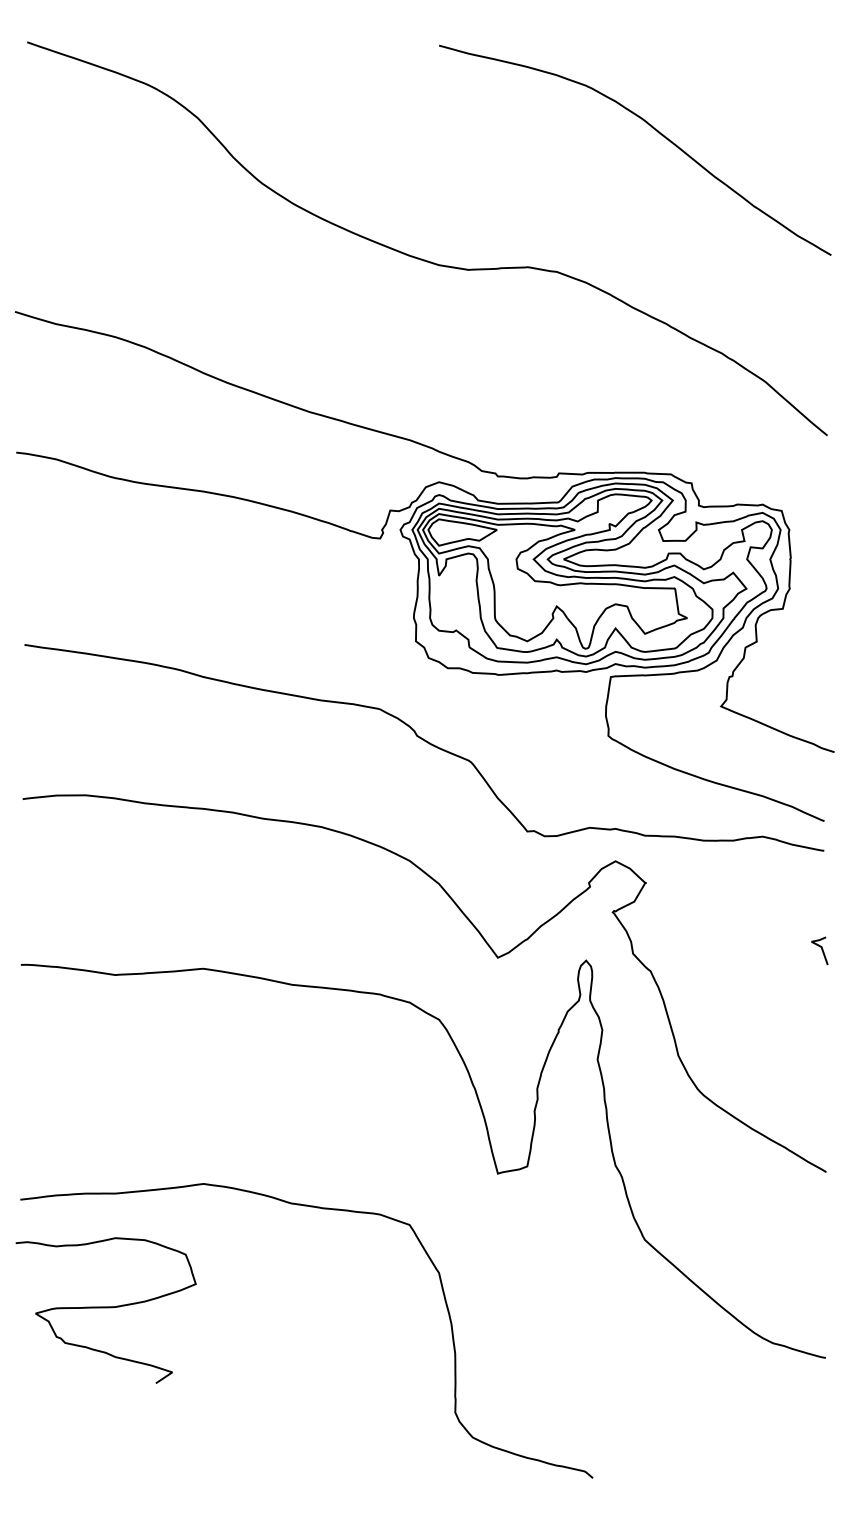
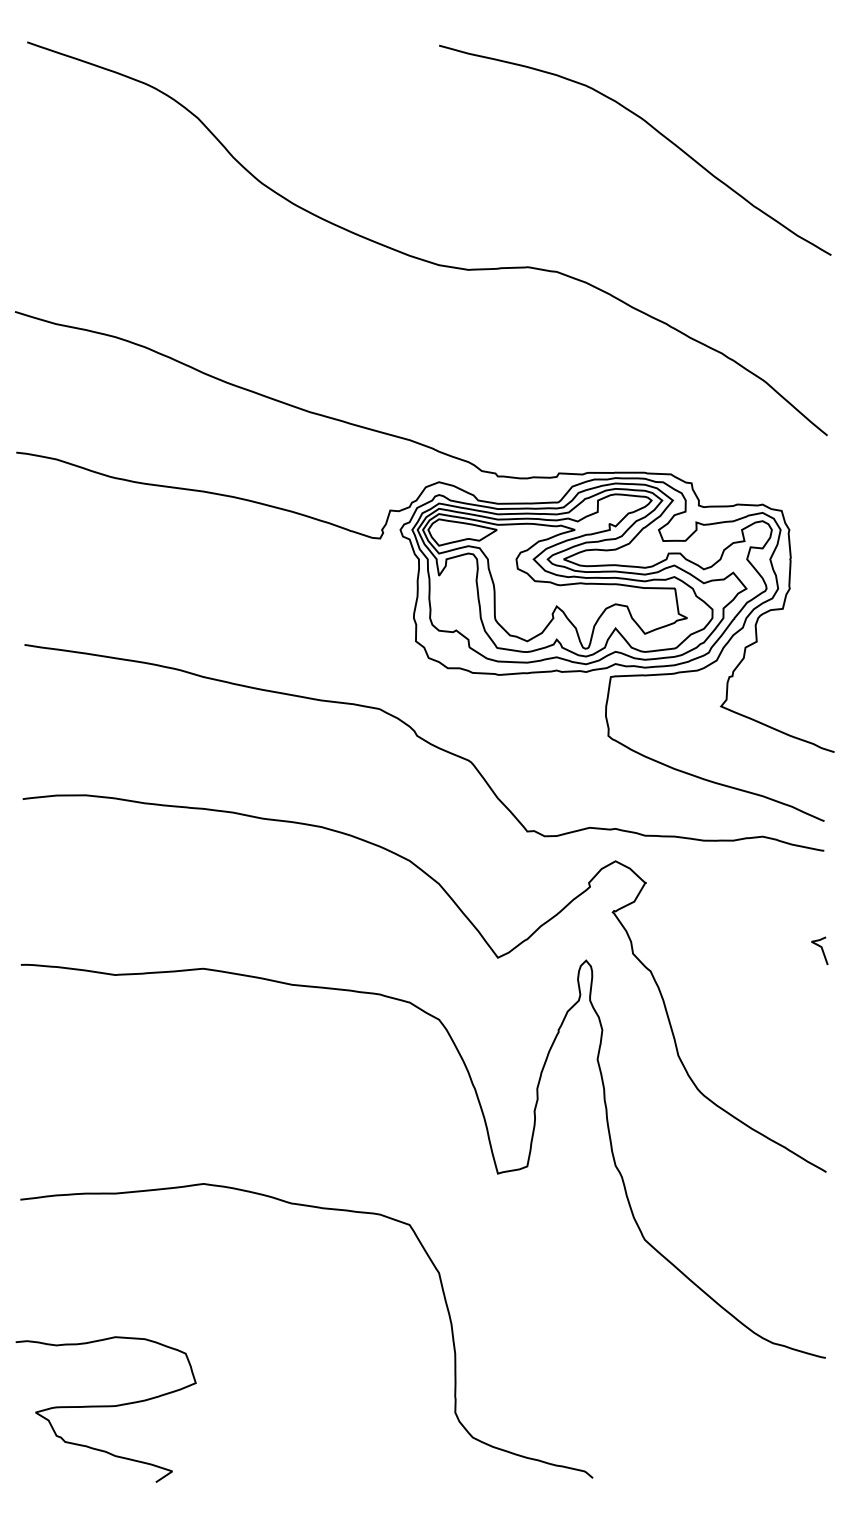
curve at (105, 1308) position: (105, 1308) -> (105, 1407)
